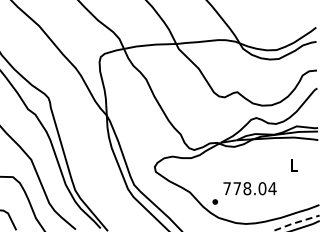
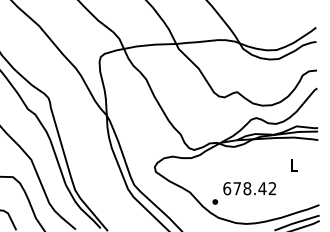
text at (249, 188): 778.04 -> 678.42
line at (296, 222): dashed -> solid
